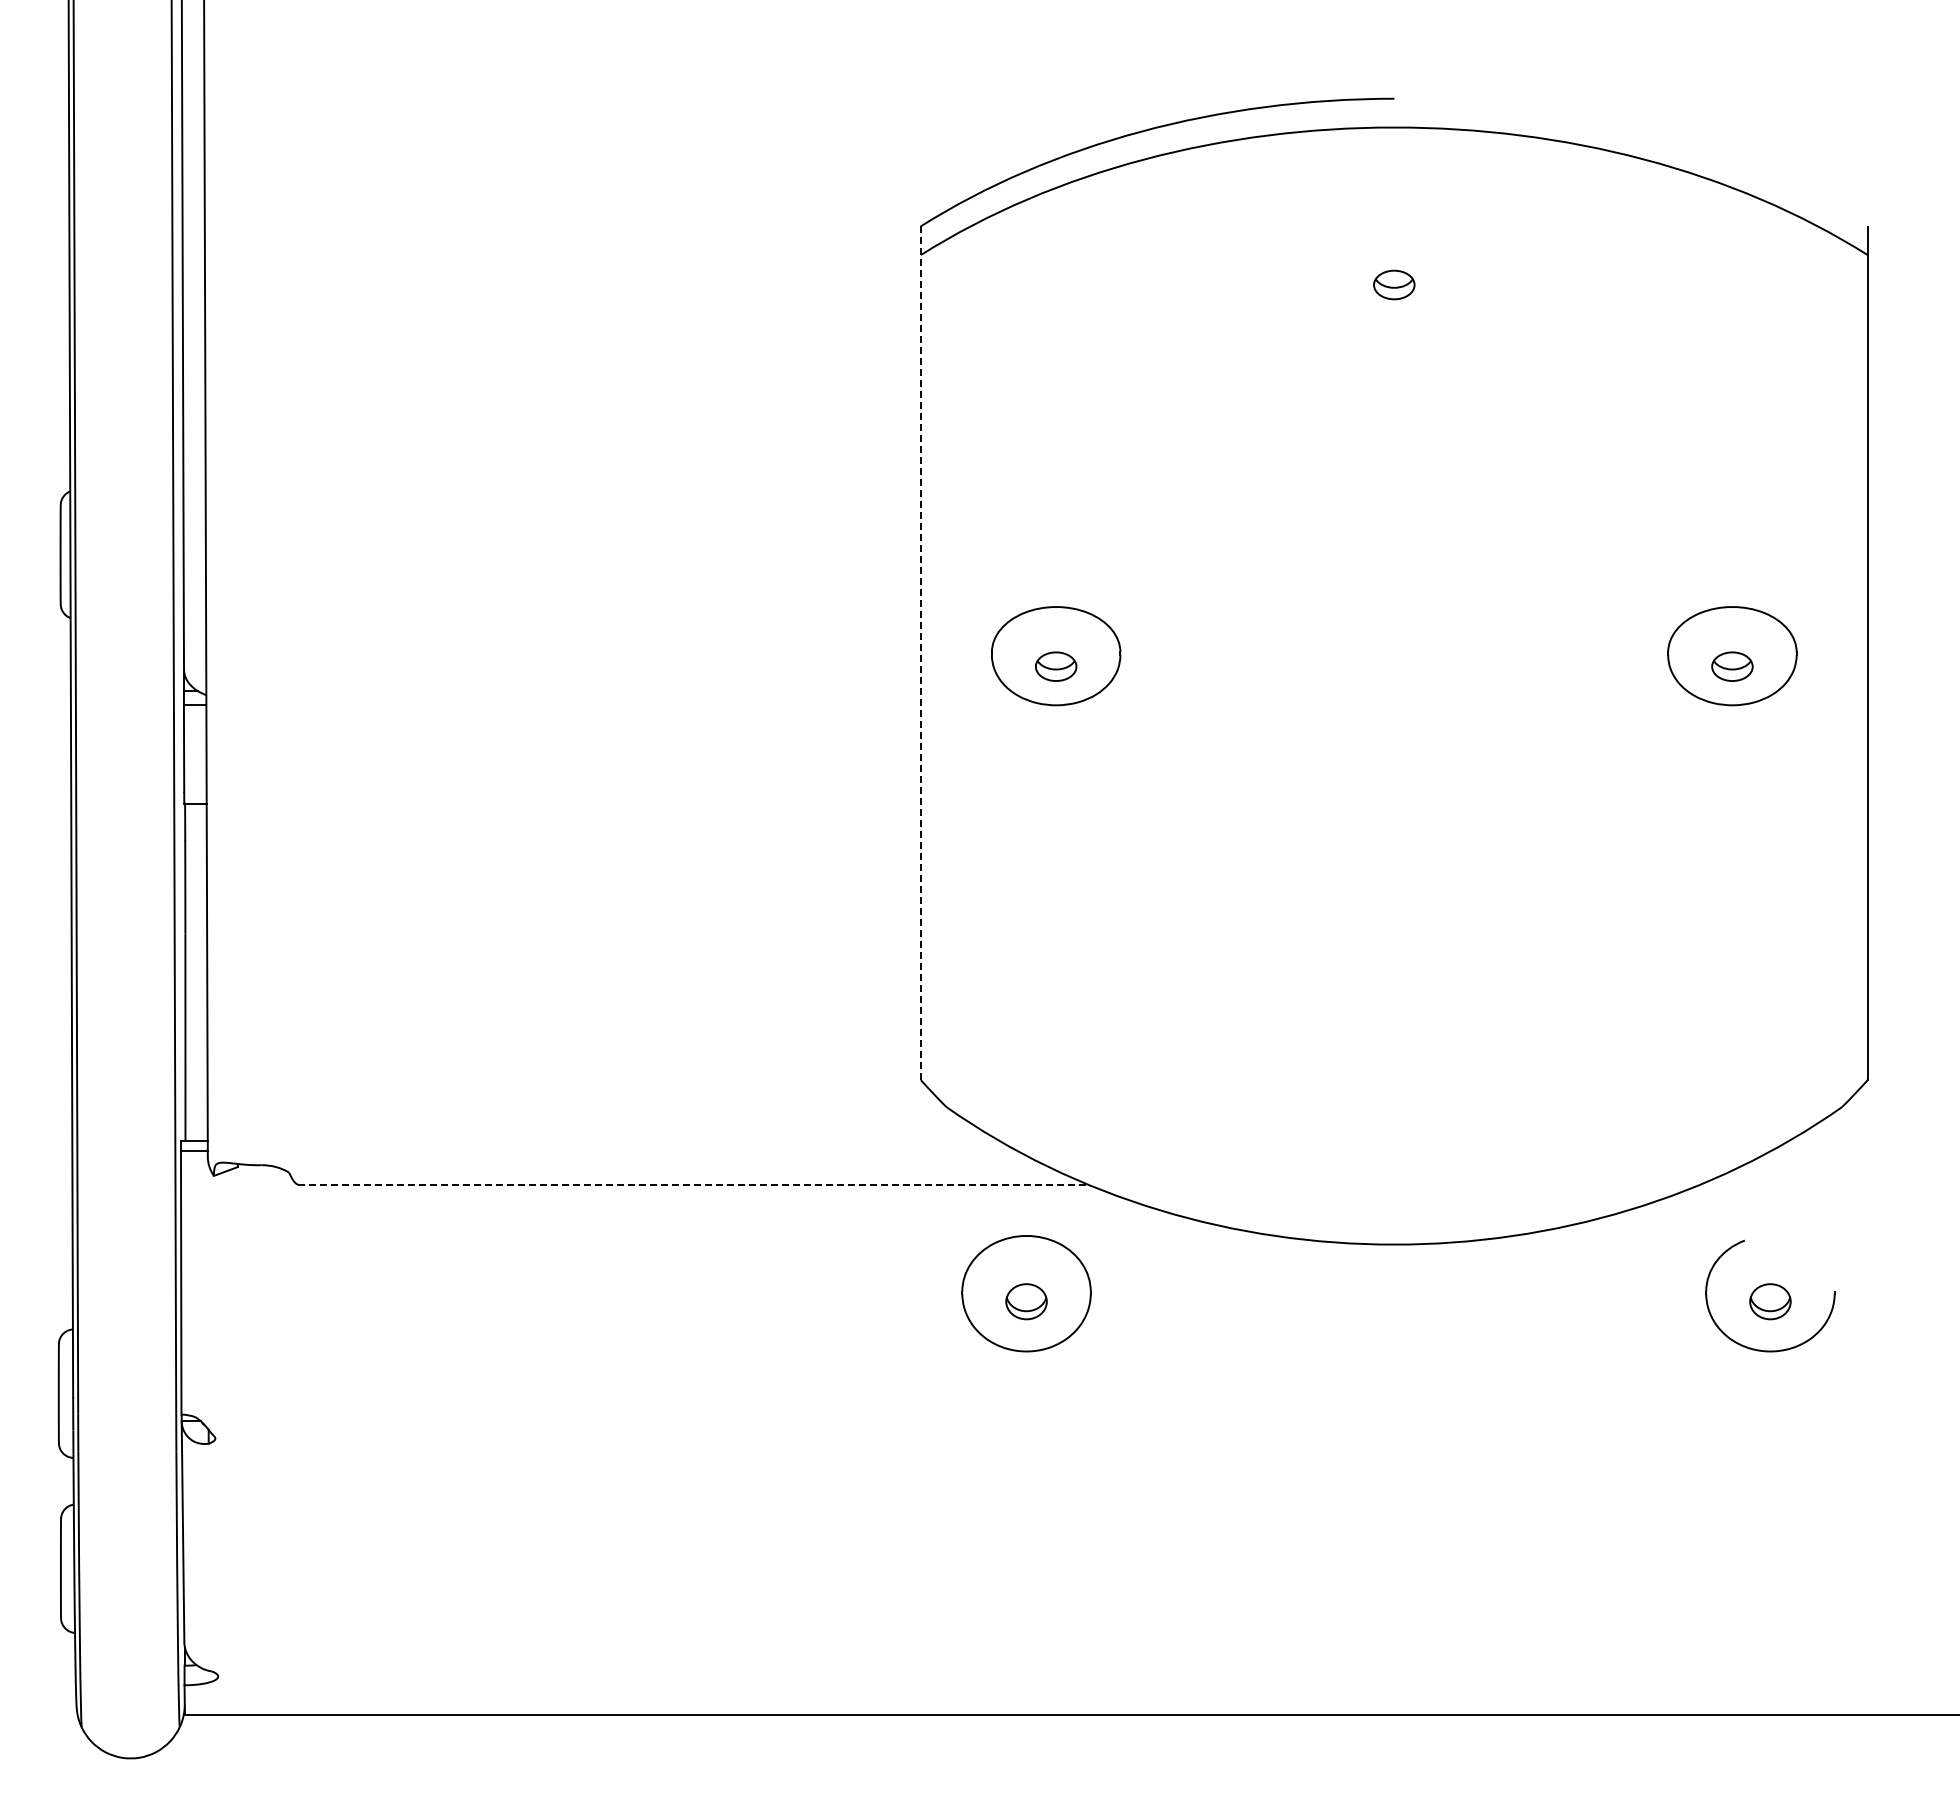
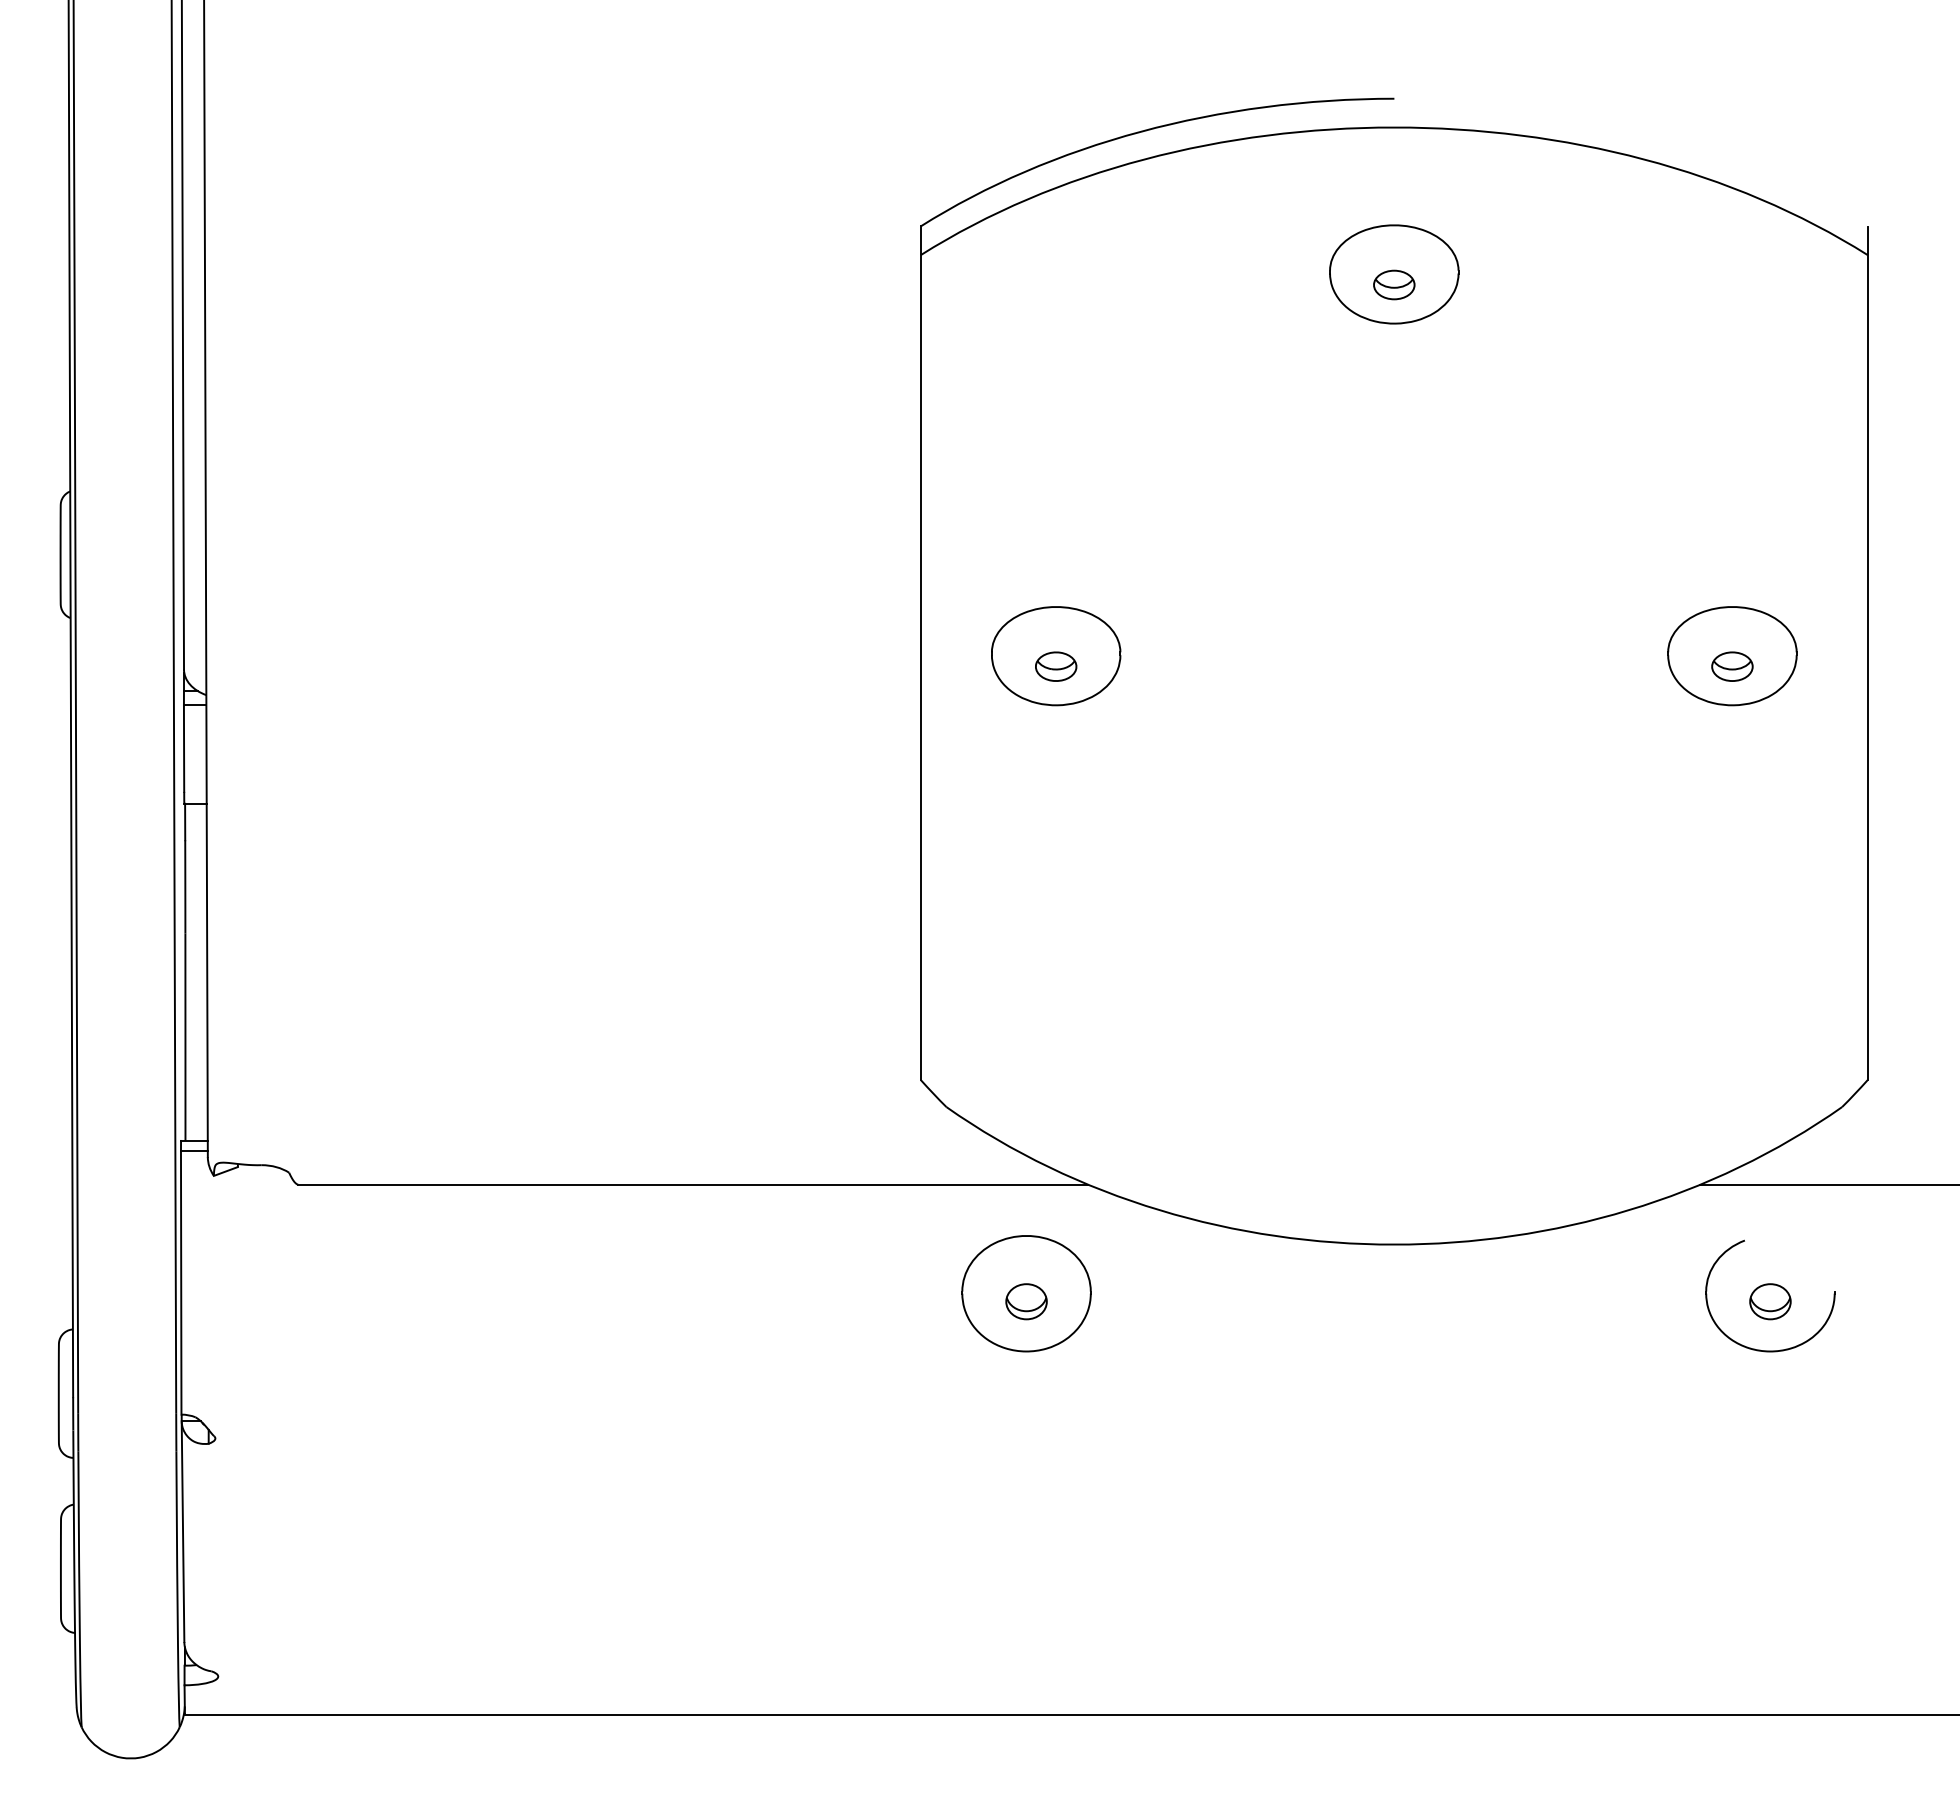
part at (1394, 274): none -> present
line at (920, 653): dashed -> solid
line at (693, 1184): dashed -> solid
line at (1828, 1184): none -> present
